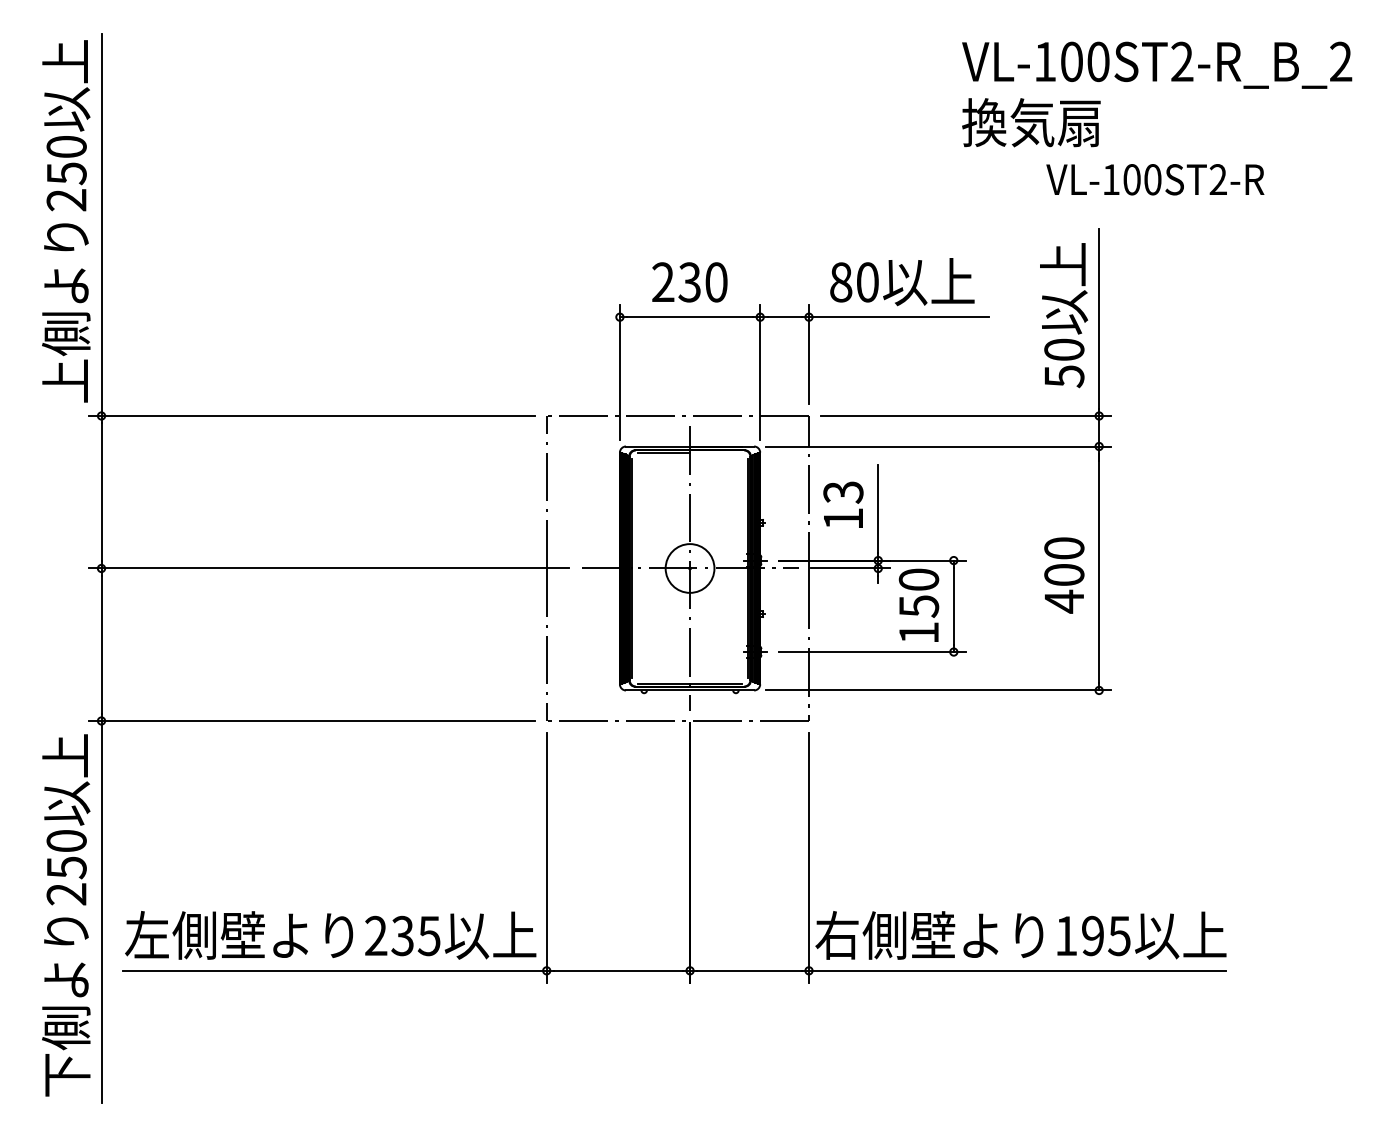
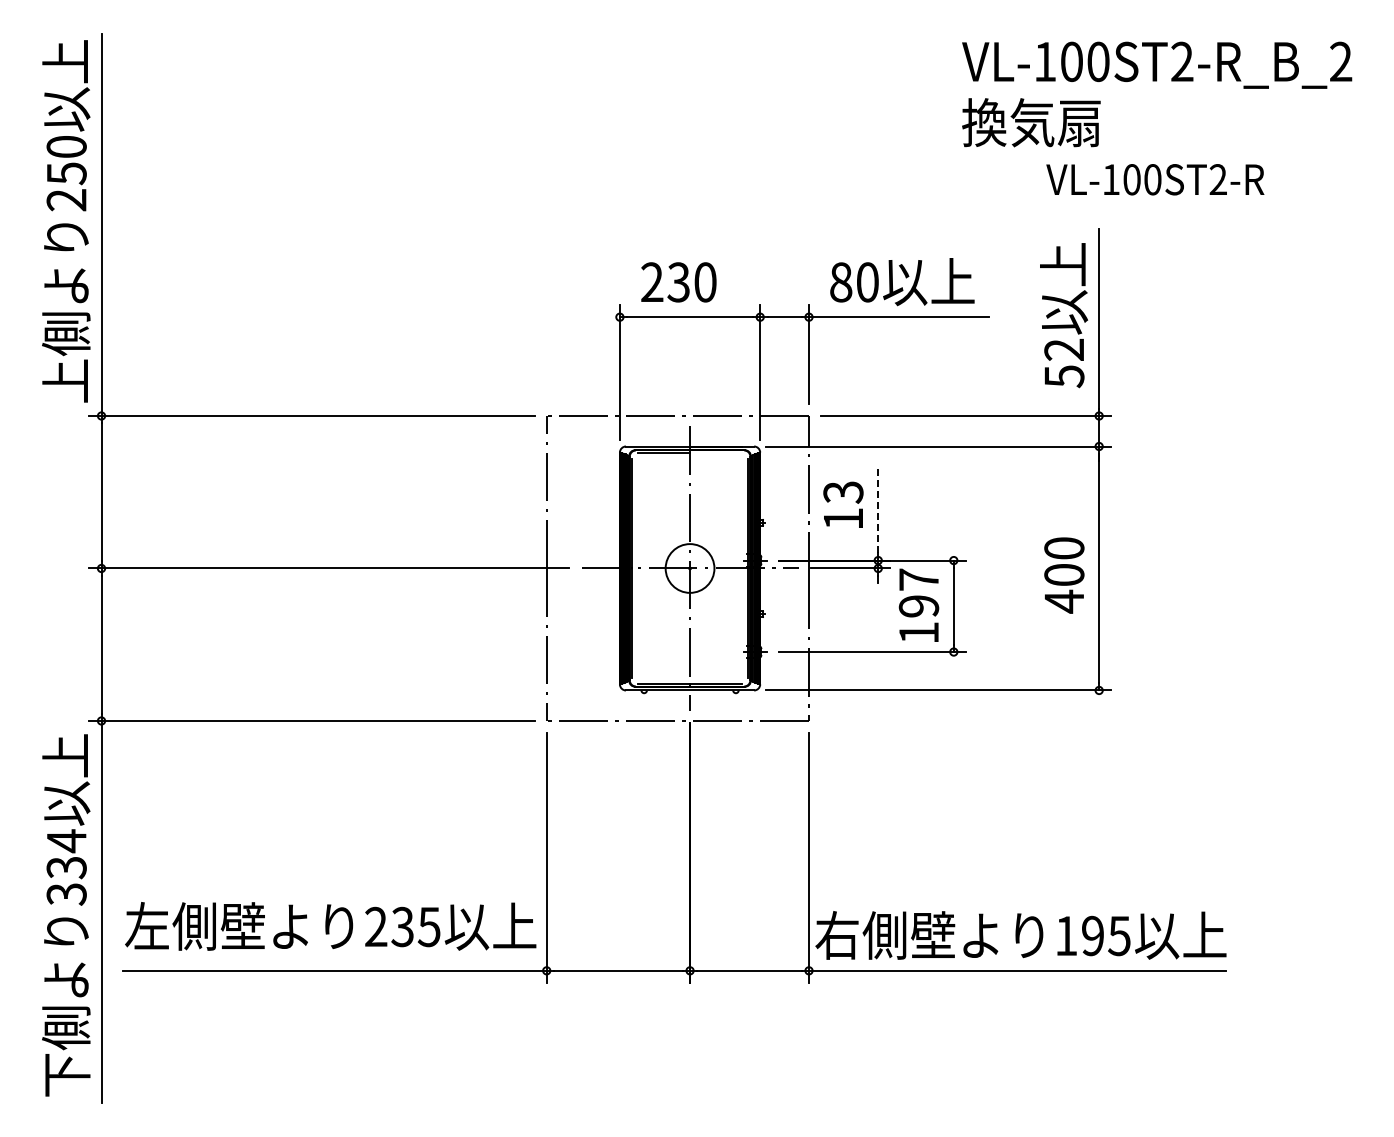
text at (689, 282) position: (689, 282) -> (678, 282)
text at (1064, 349): 50 -> 52
line at (878, 508): solid -> dashed
text at (918, 592): 150 -> 197
text at (66, 867): 250 -> 334
text at (330, 935) position: (330, 935) -> (330, 926)
